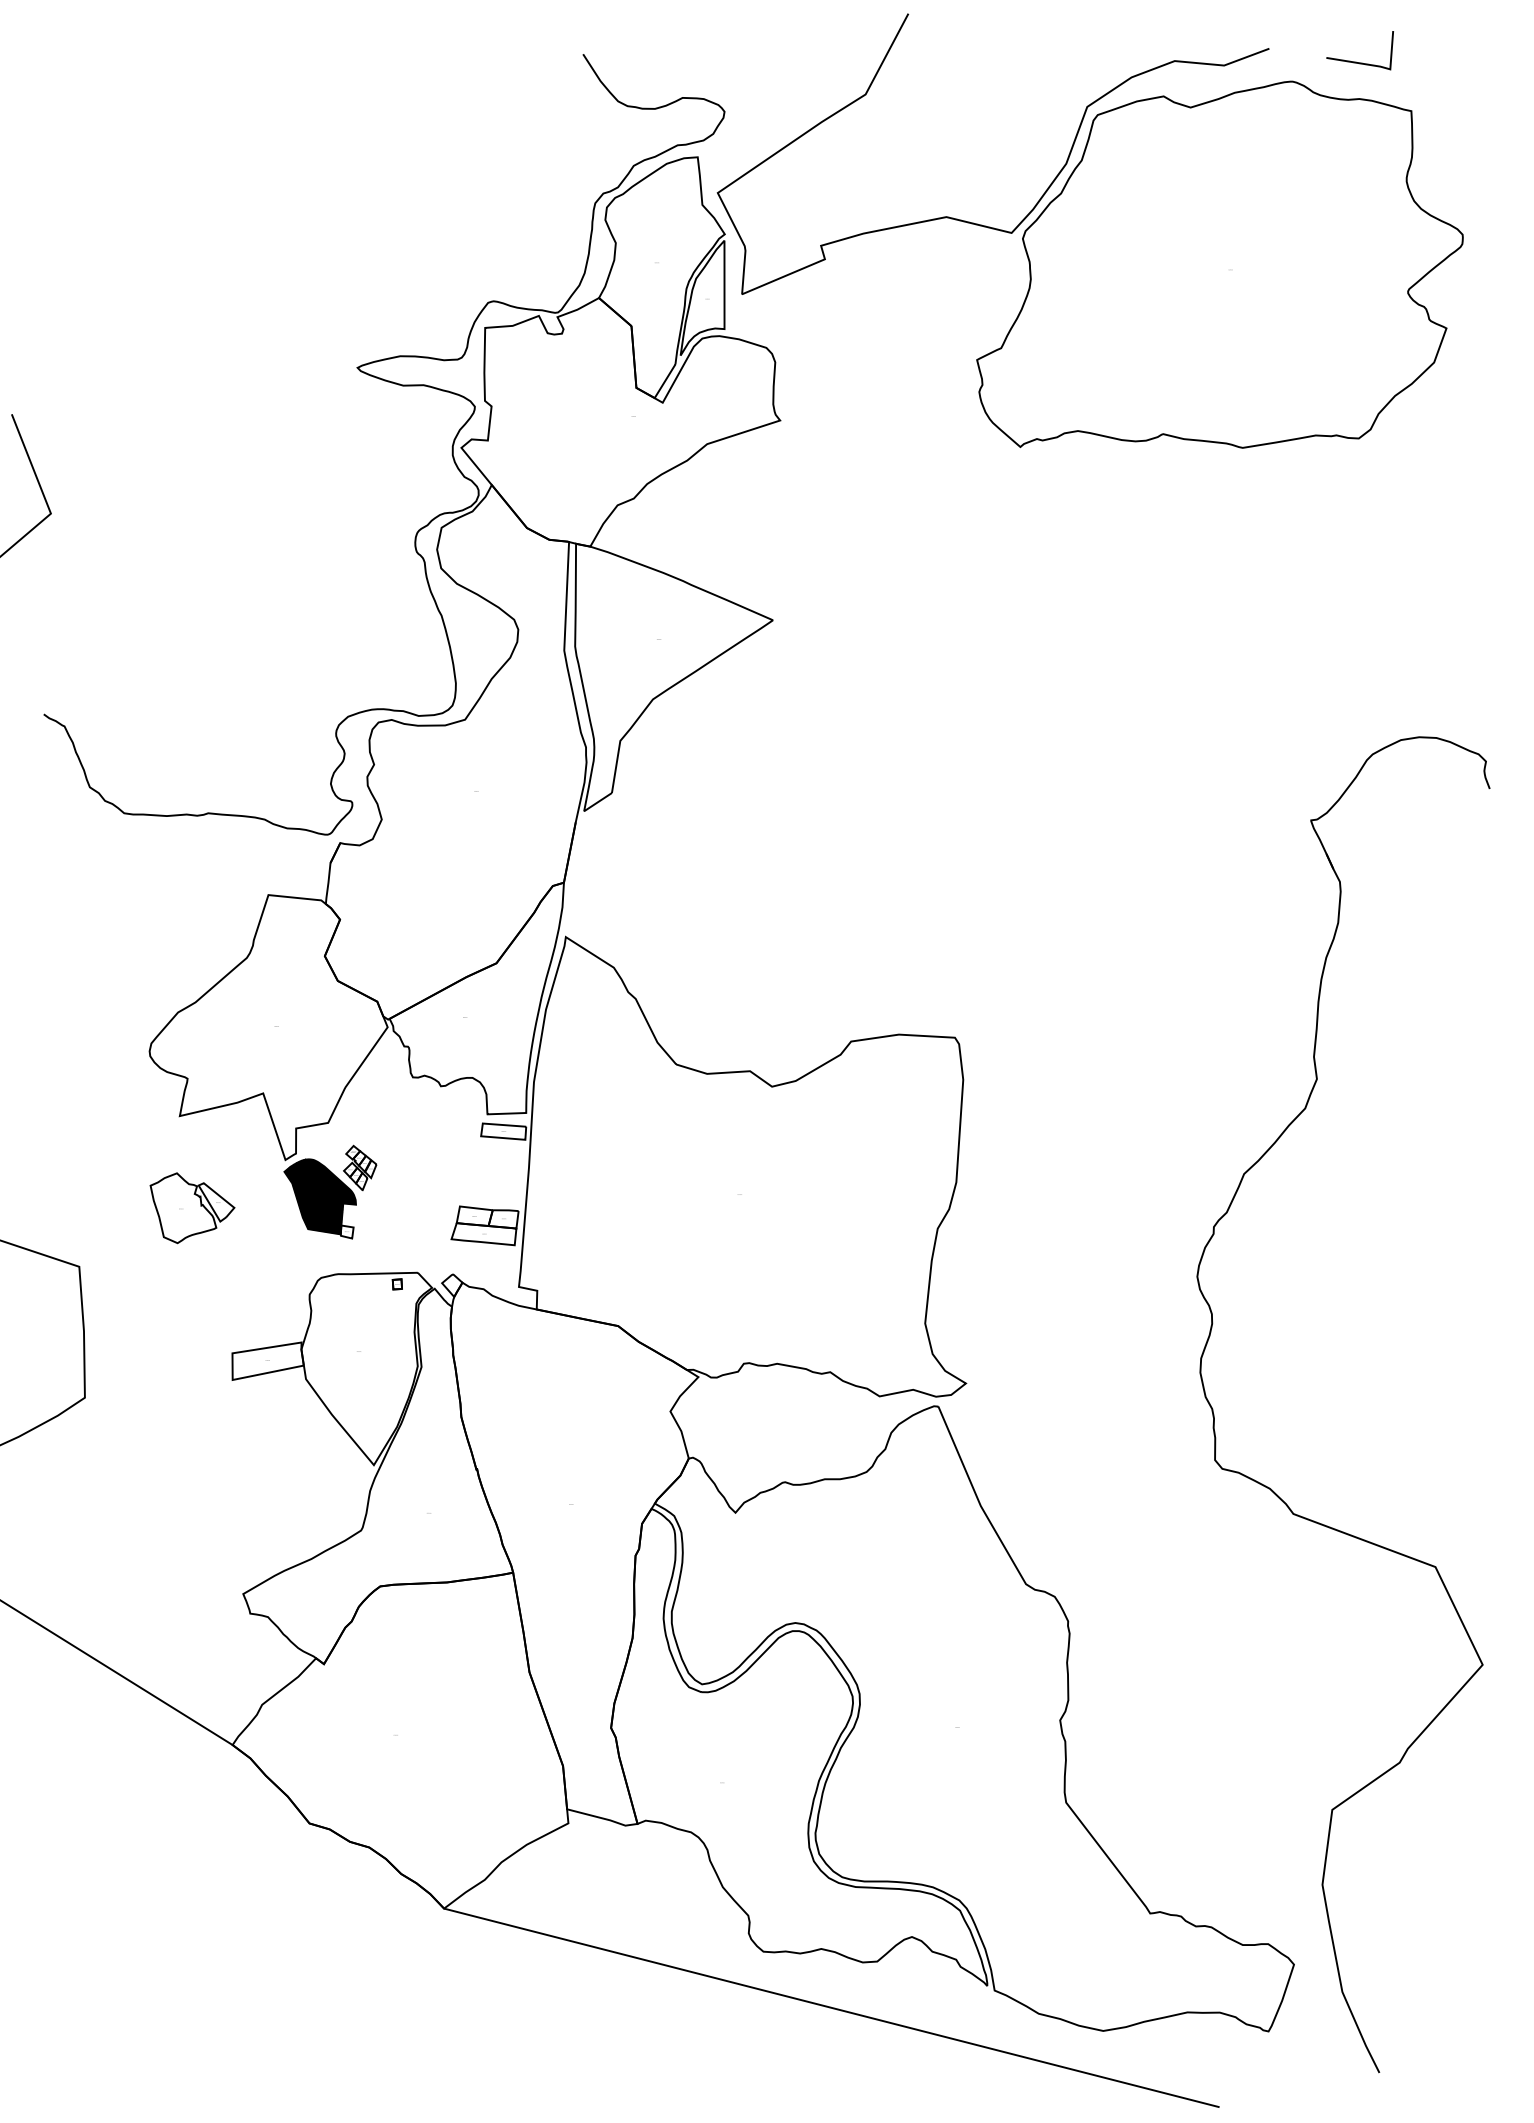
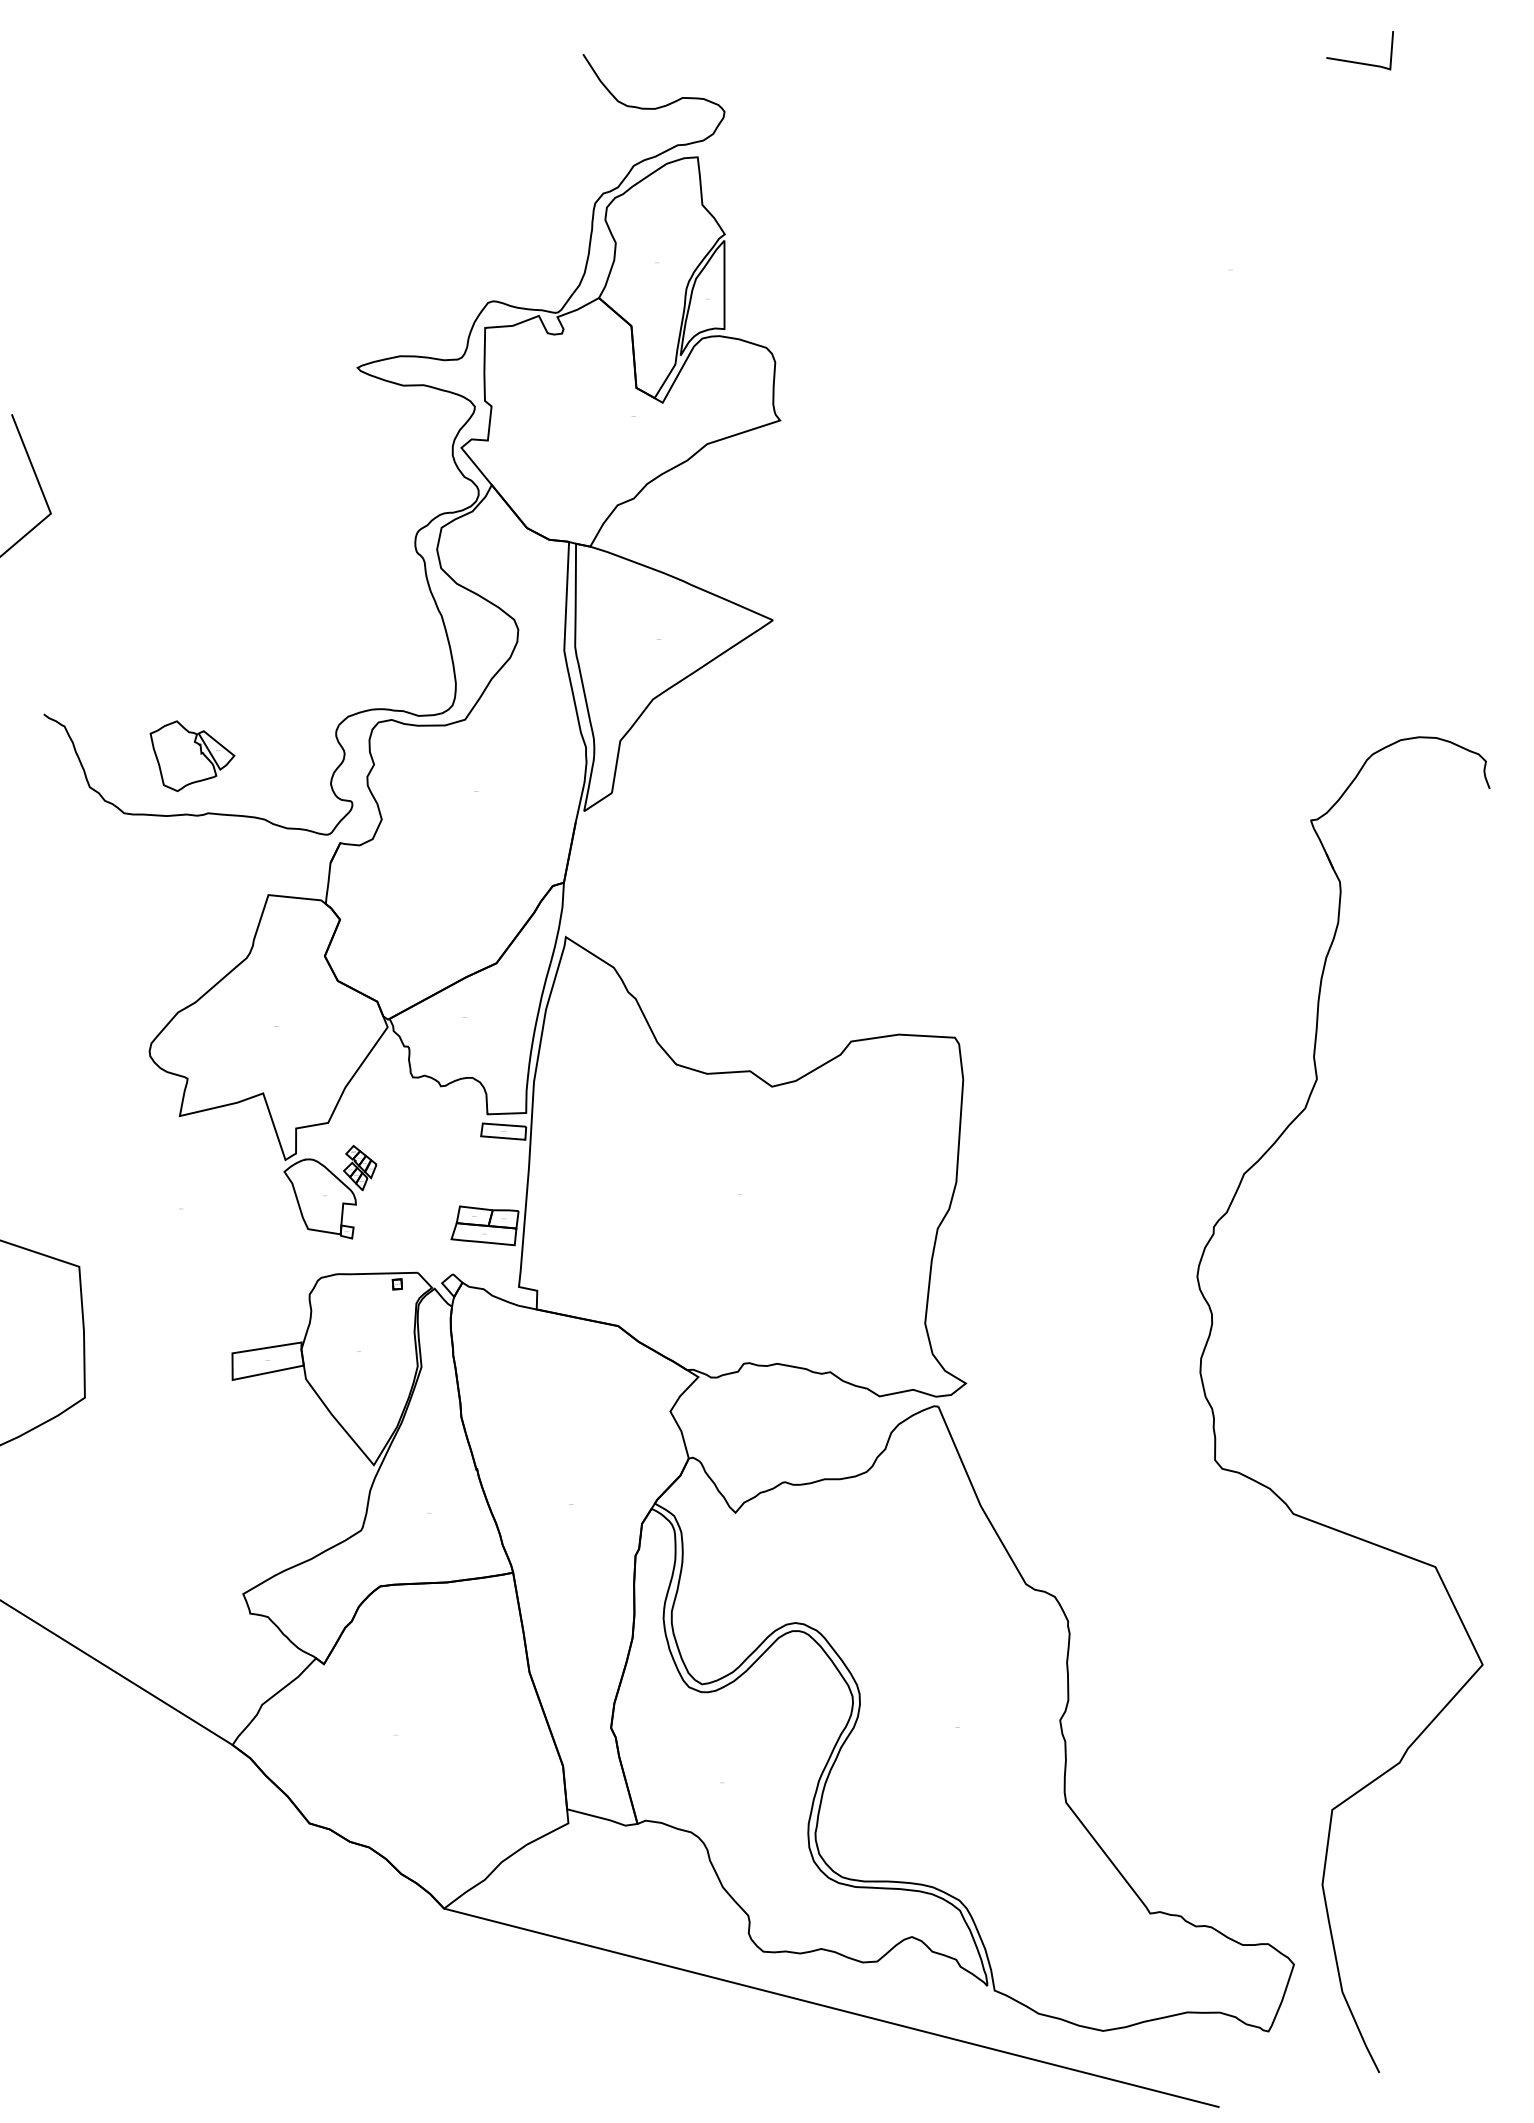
part at (1089, 230): present -> none
hatch at (320, 1196): present -> none
part at (192, 1208) position: (192, 1208) -> (192, 756)
